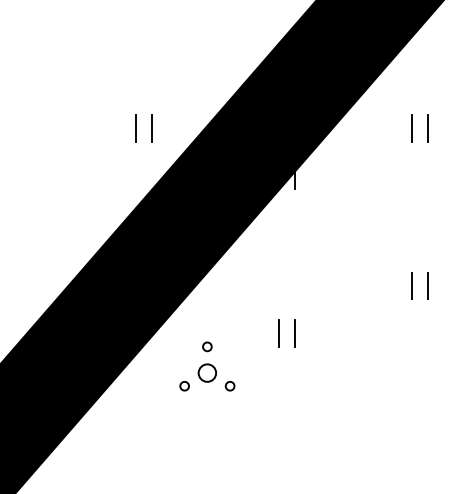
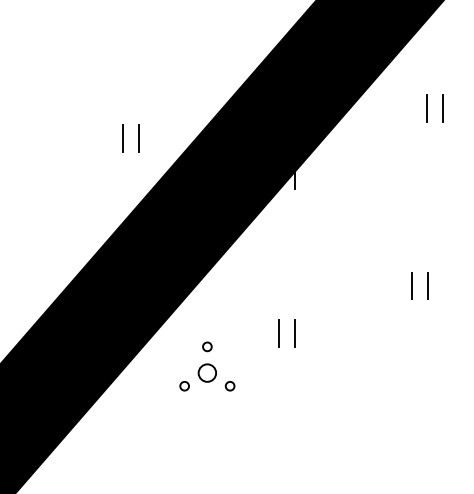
part at (136, 128) position: (136, 128) -> (123, 138)
part at (412, 128) position: (412, 128) -> (427, 108)
